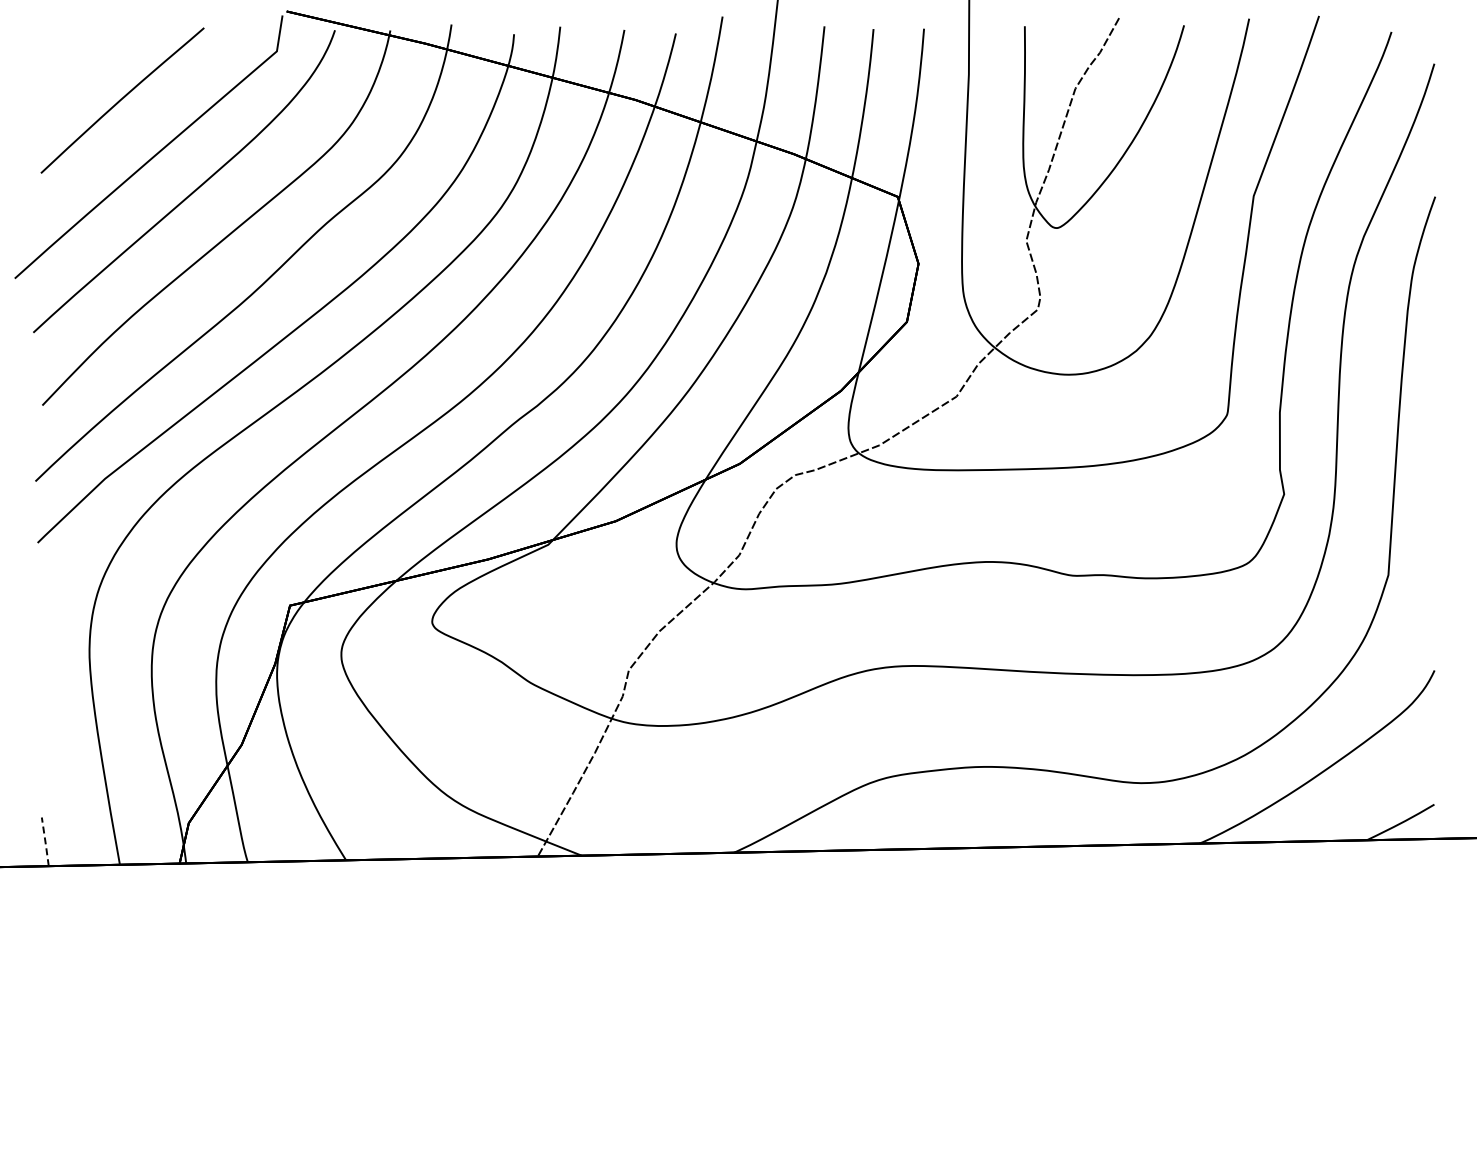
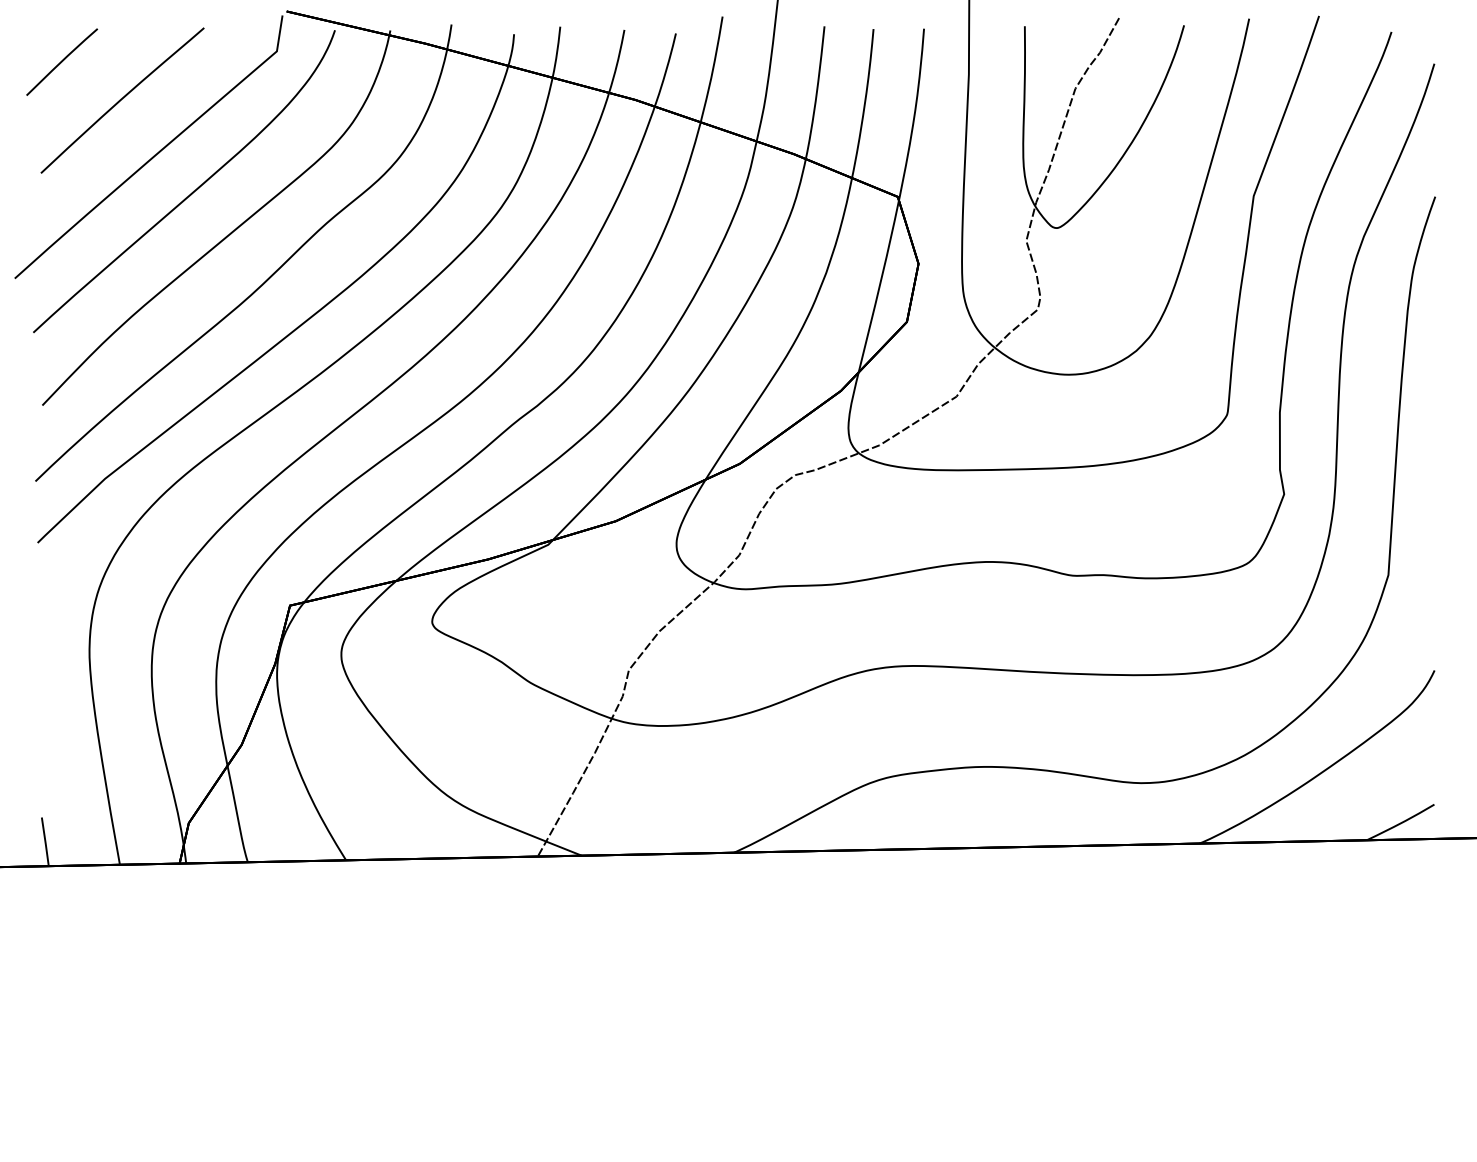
line at (62, 61): none -> present
line at (45, 842): dashed -> solid
